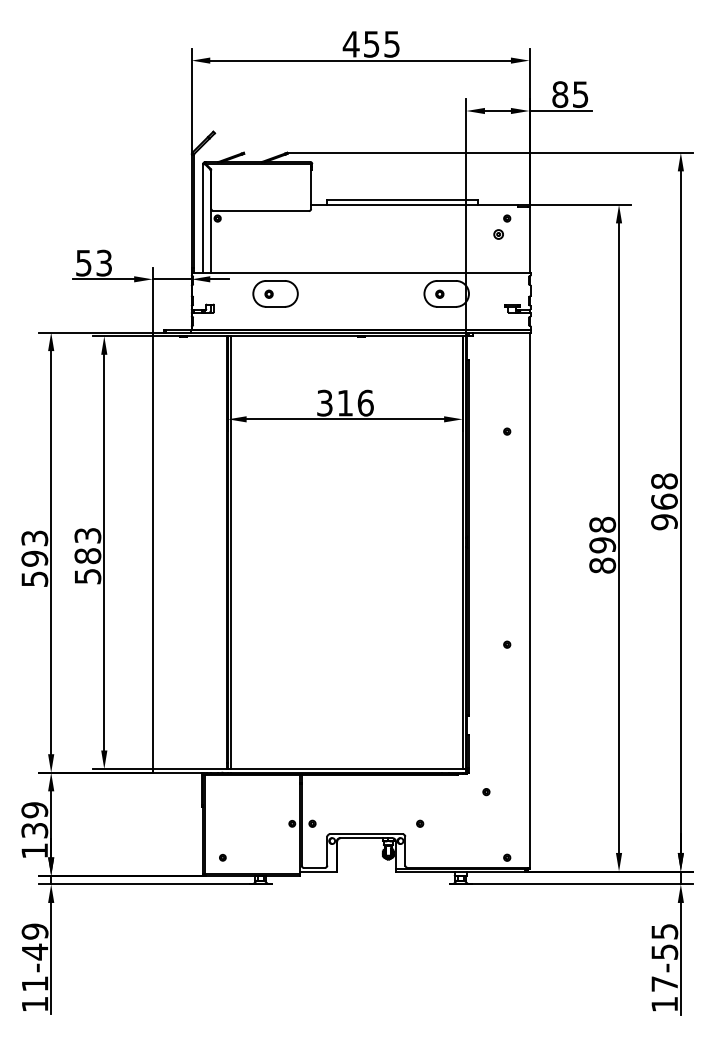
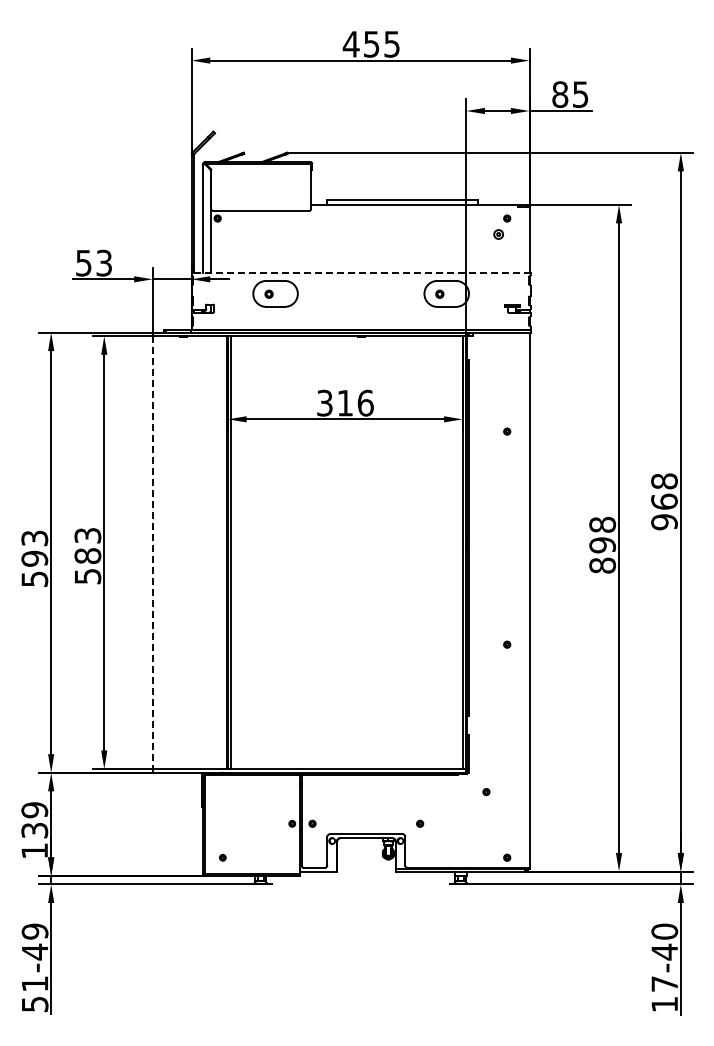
line at (360, 273): solid -> dashed
line at (152, 553): solid -> dashed
text at (664, 941): 17-55 -> 17-40
text at (35, 1004): 11-49 -> 51-49
